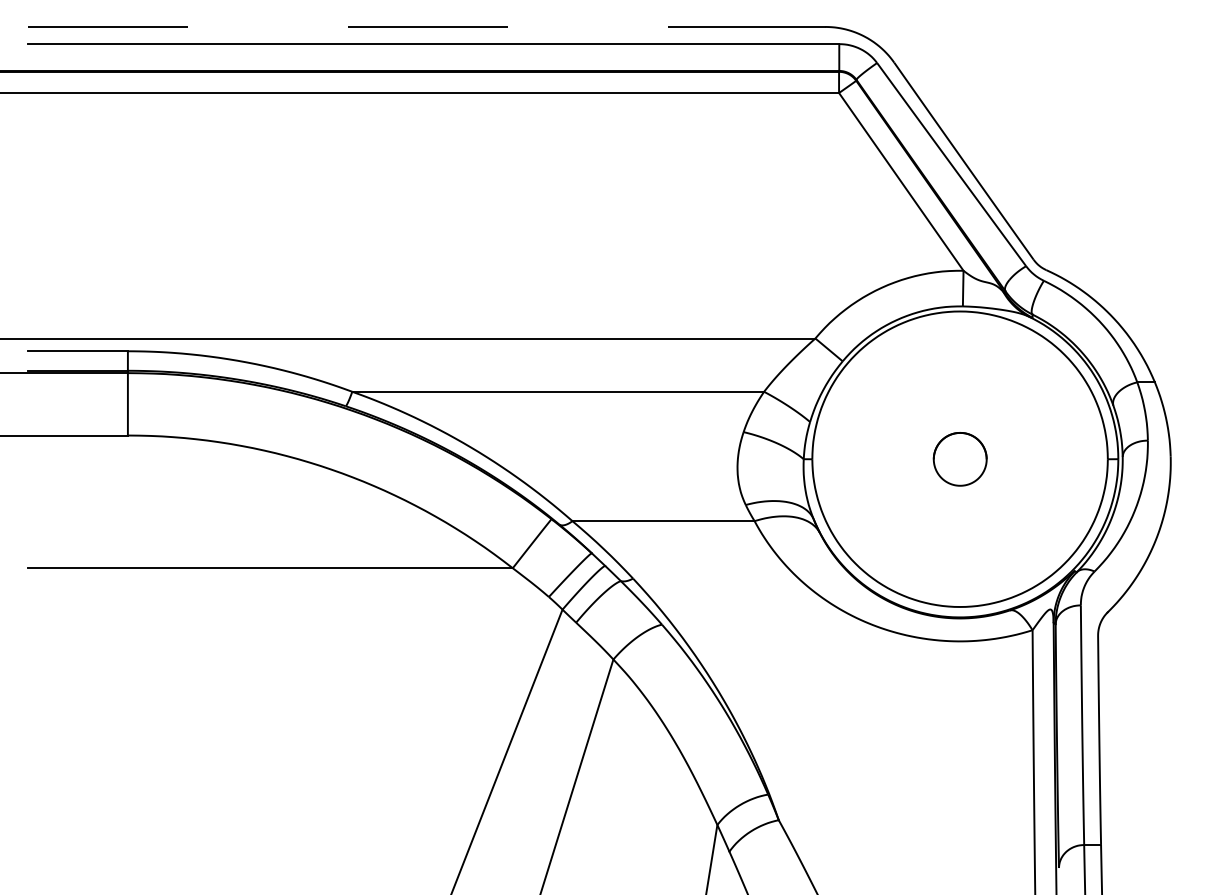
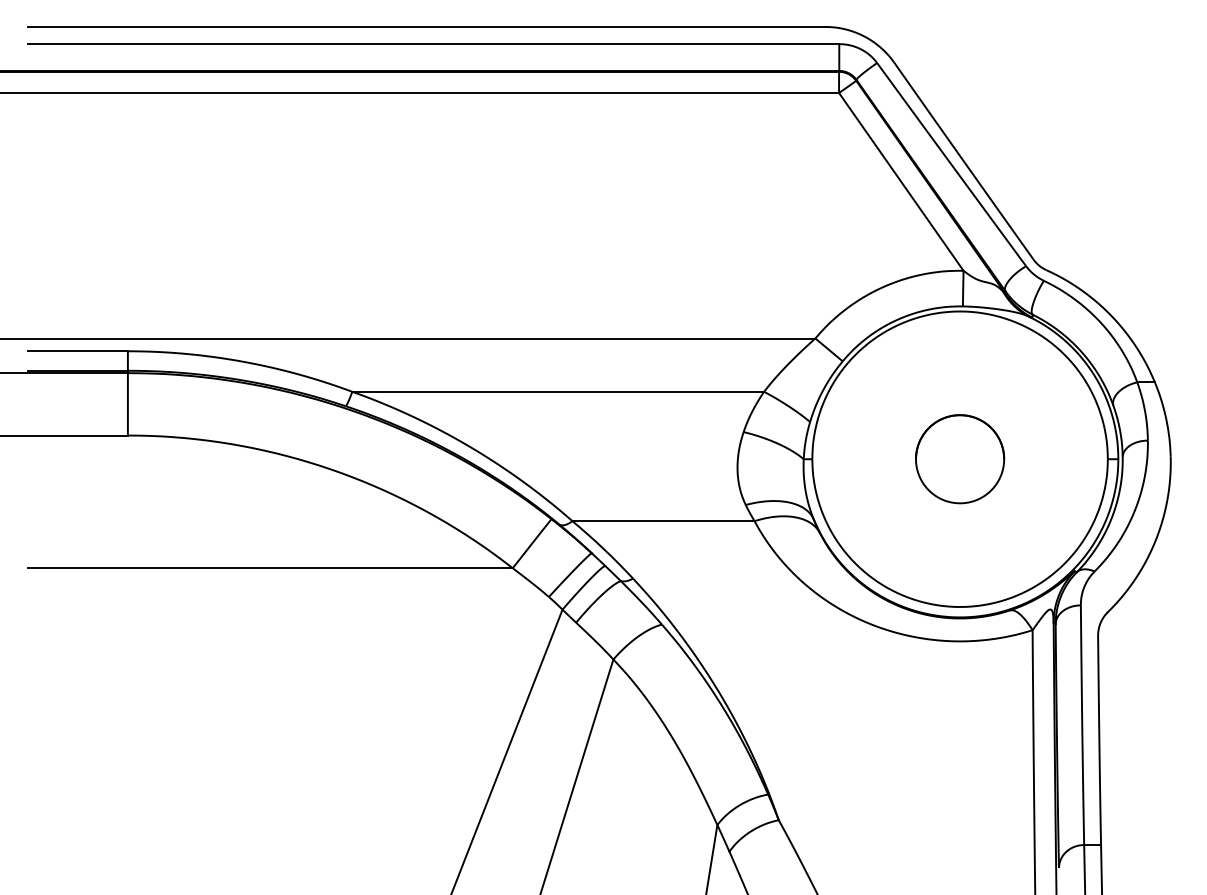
line at (426, 26): dashed -> solid
part at (959, 459) size: 56x55 px -> 91x91 px
